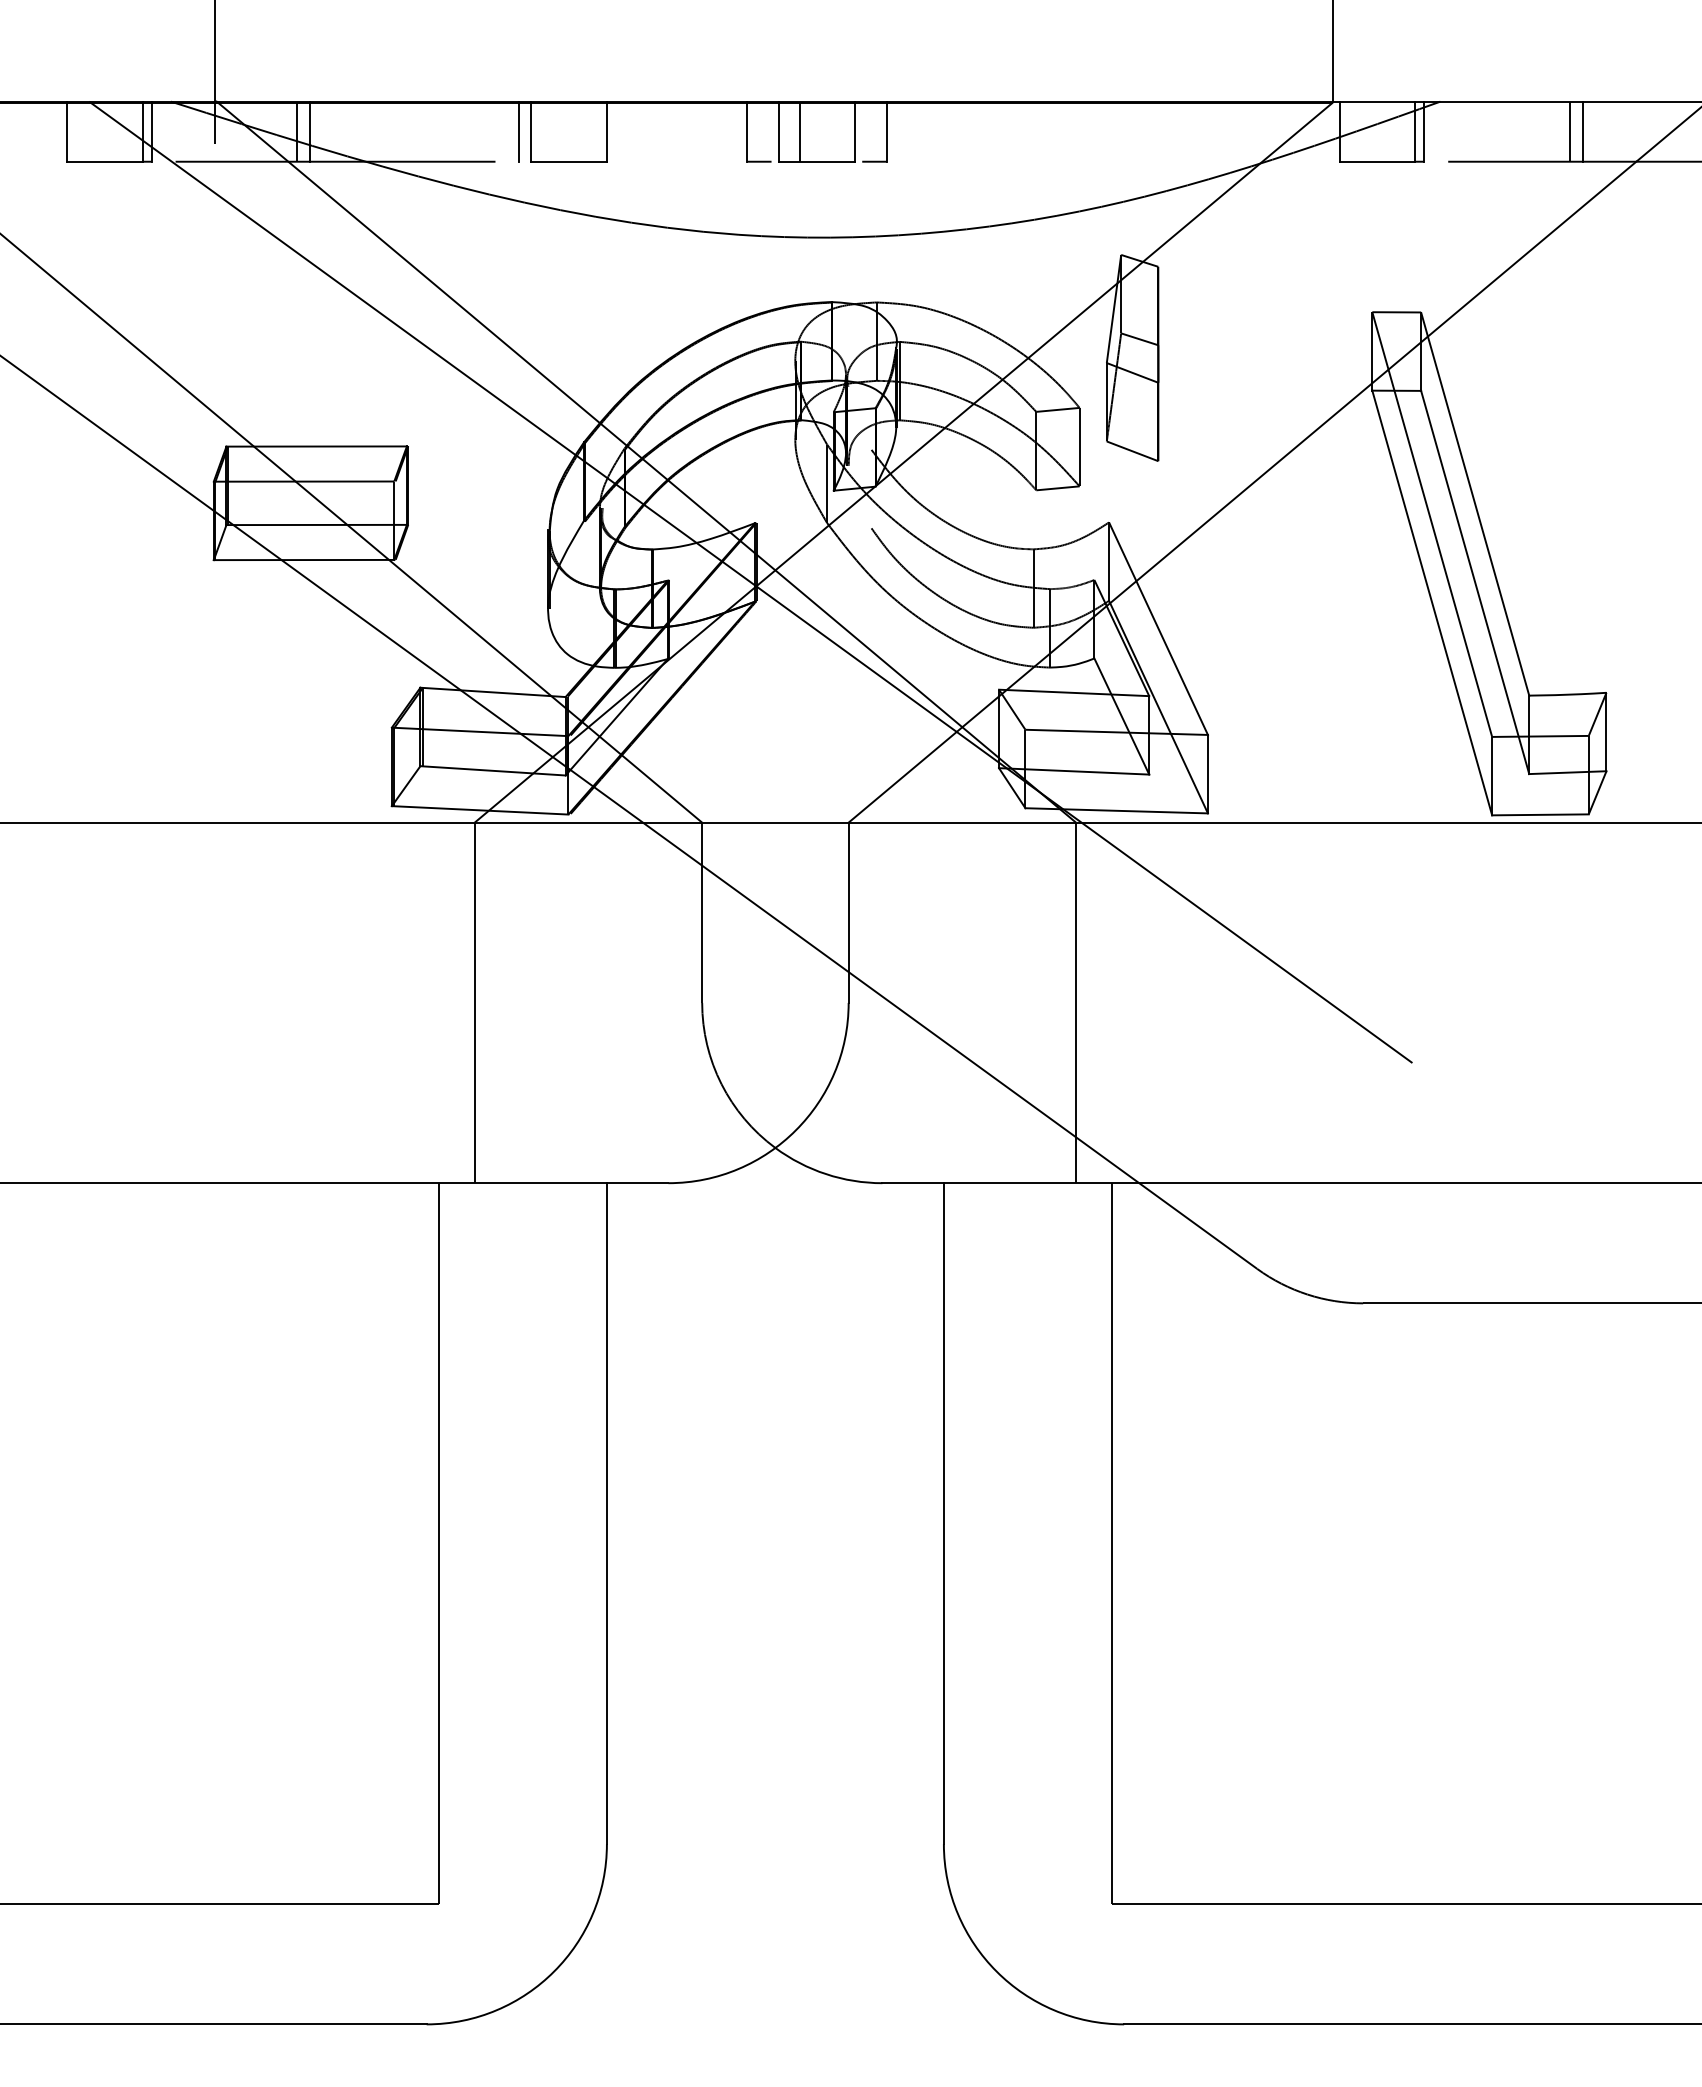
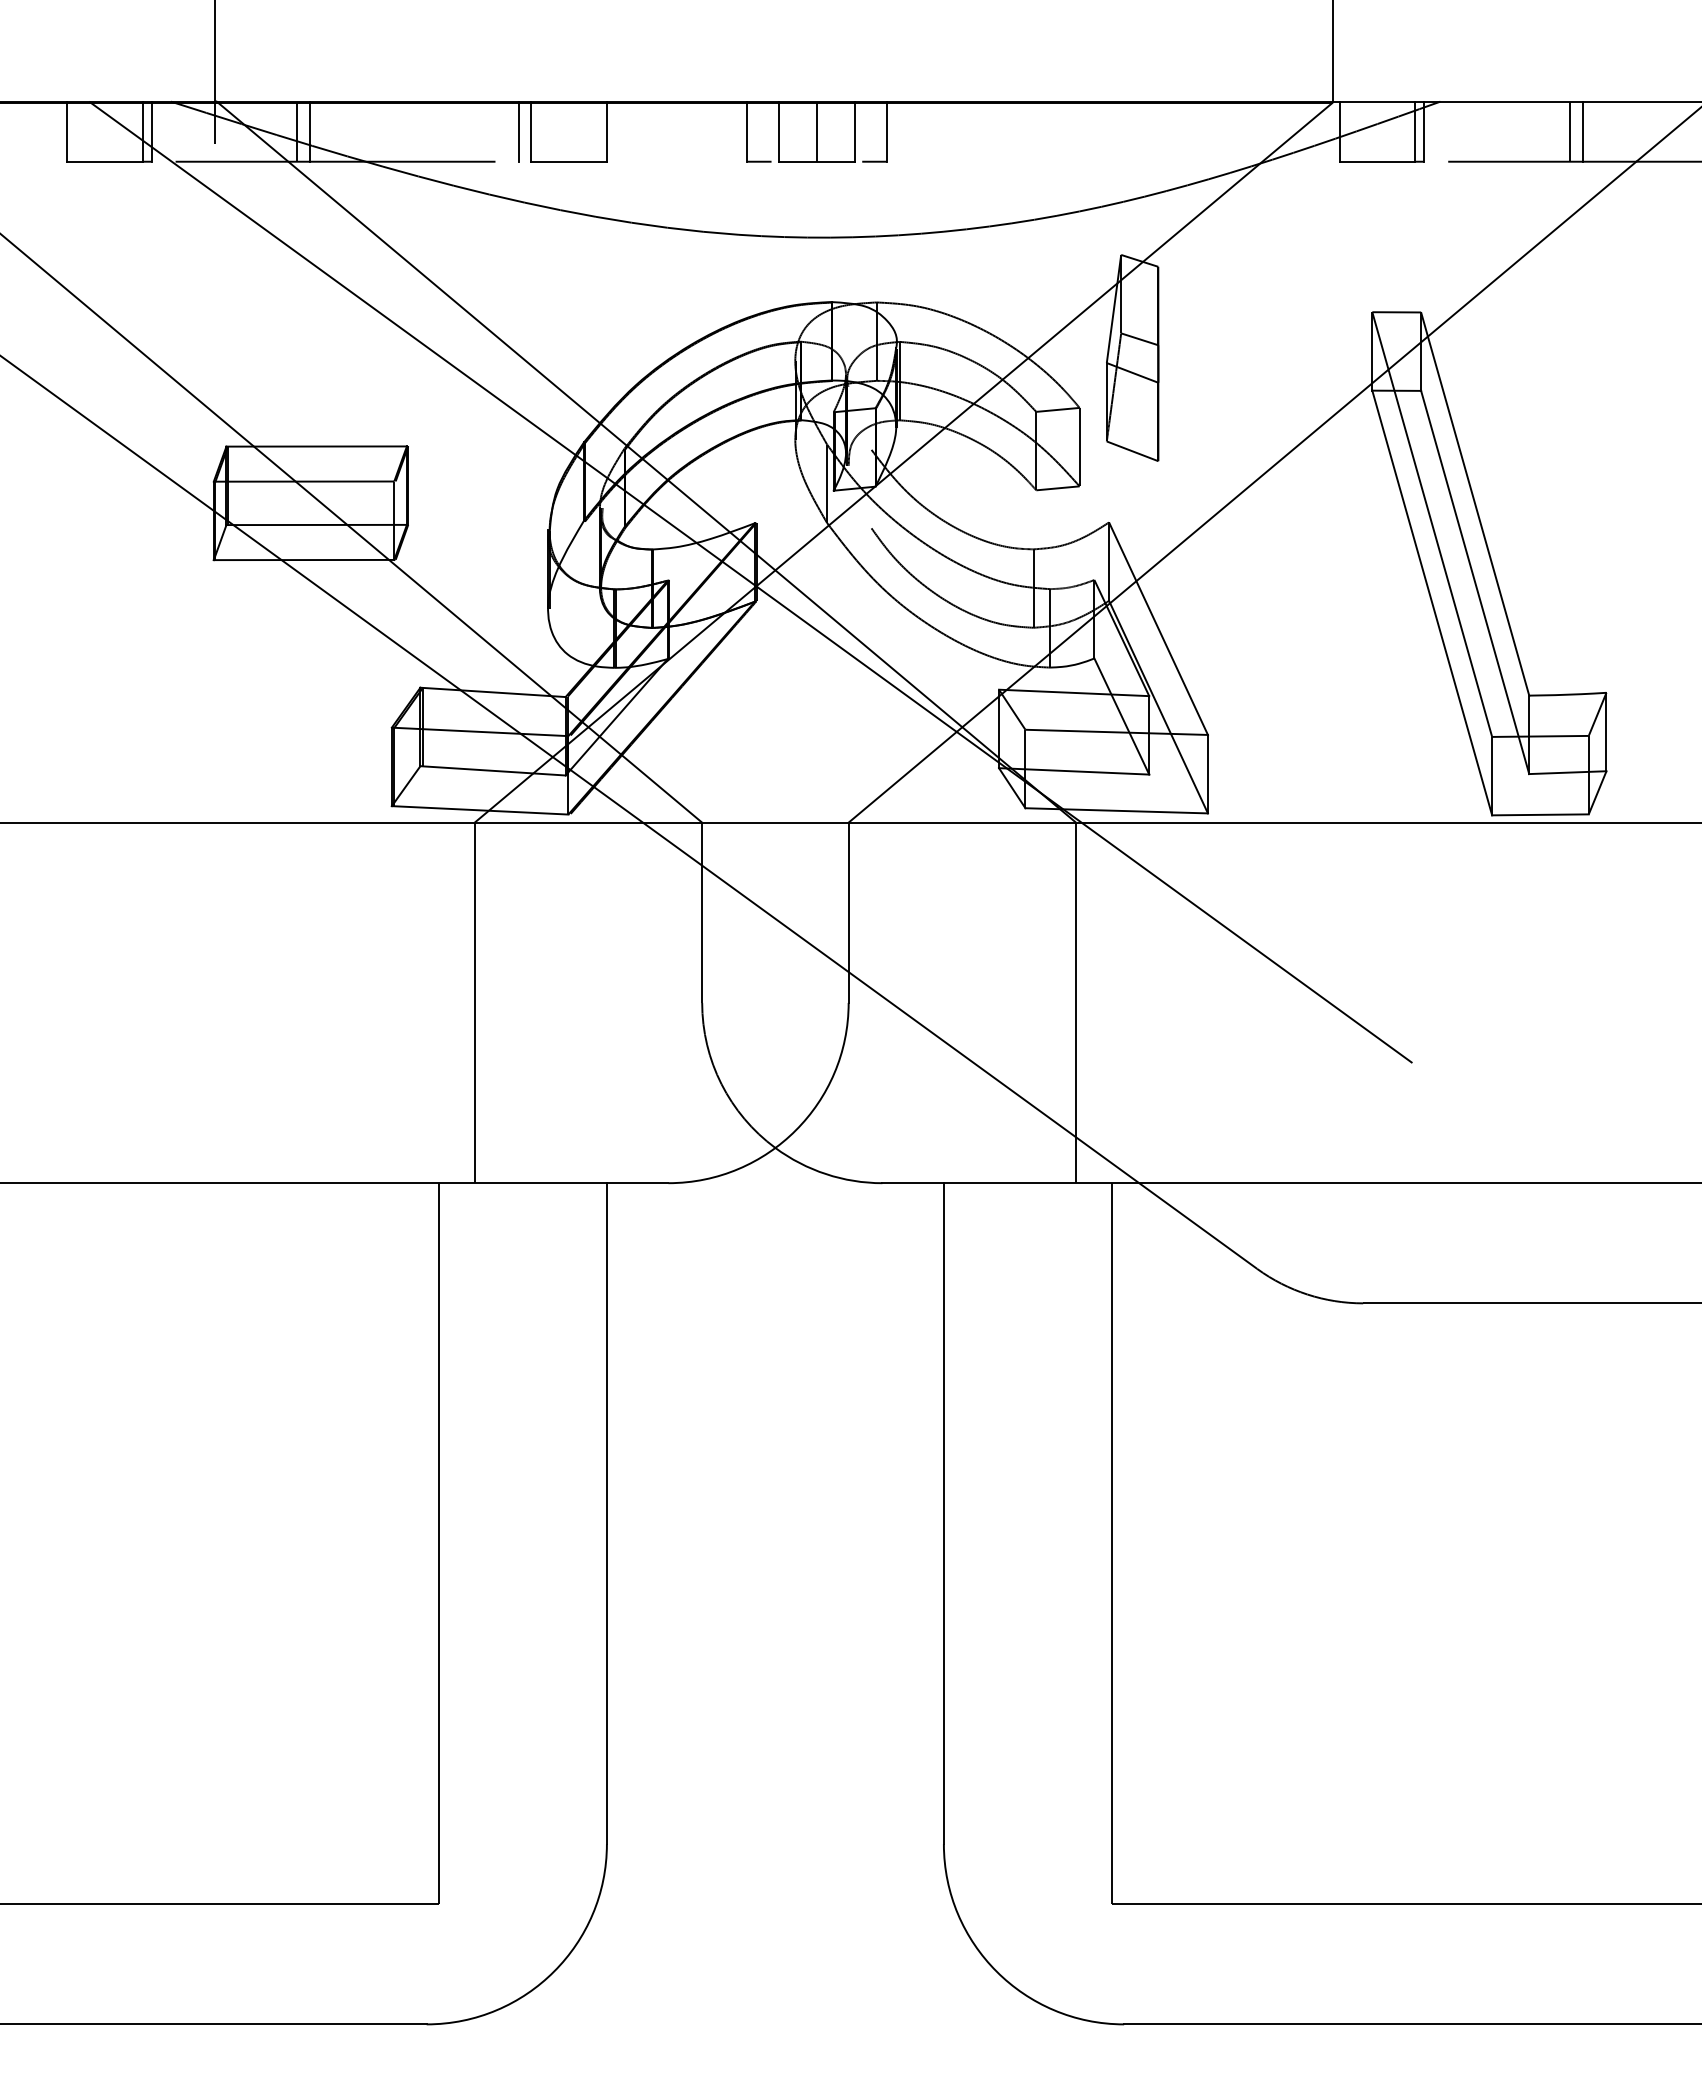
line at (800, 131) position: (800, 131) -> (817, 131)
